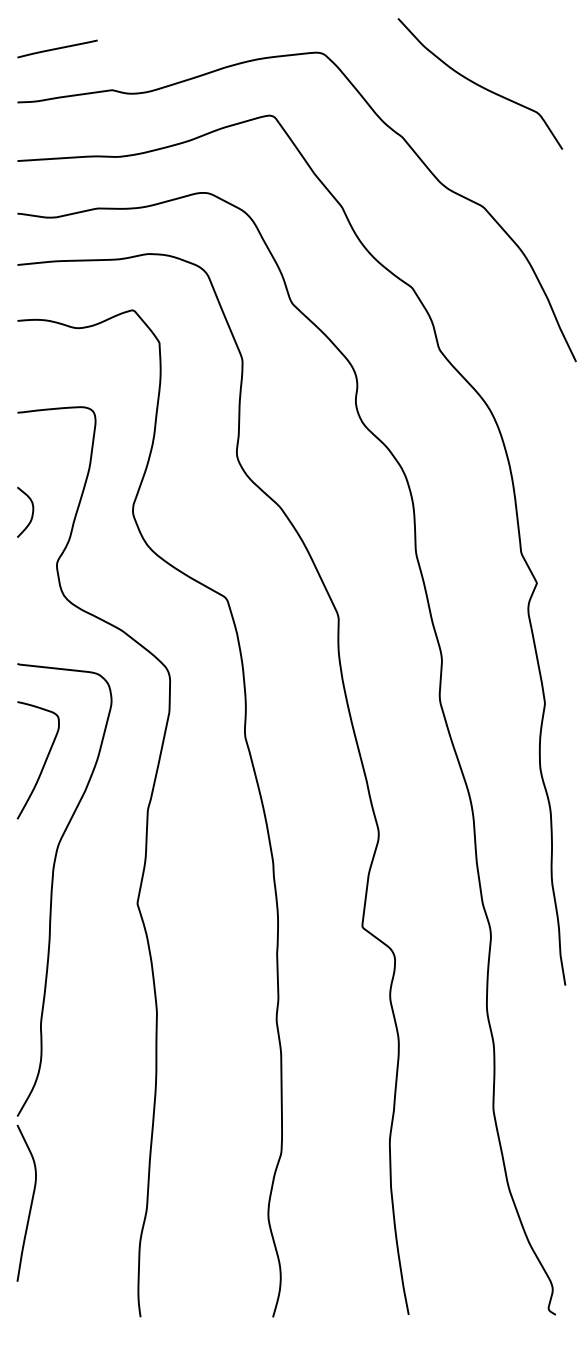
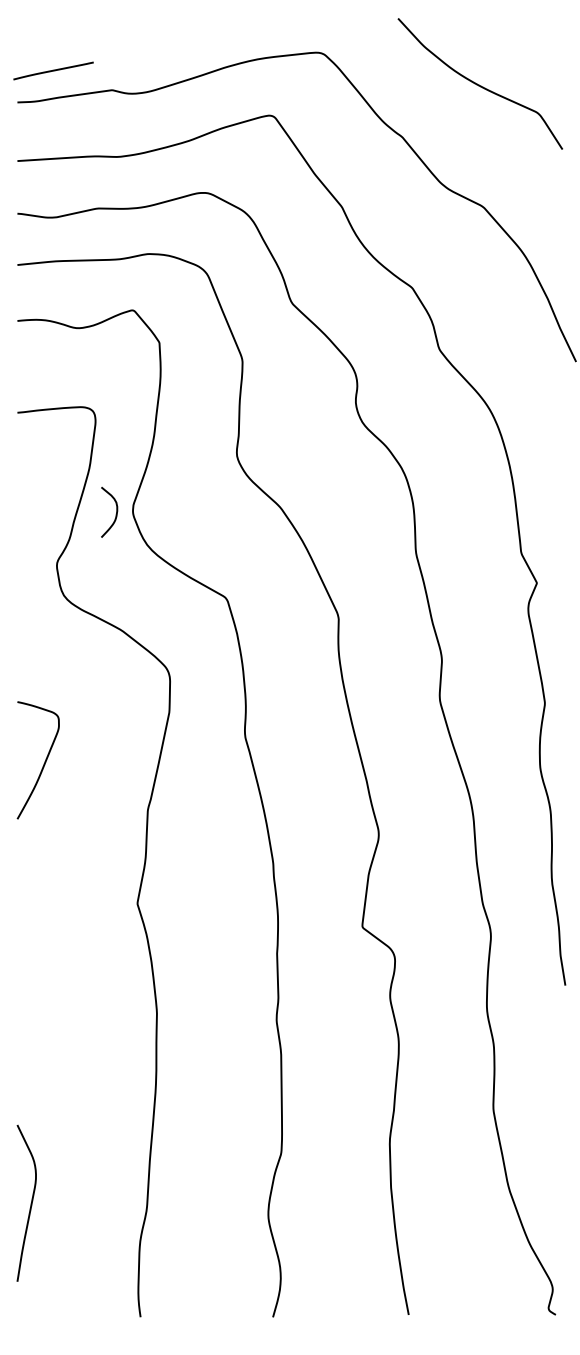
line at (57, 48) position: (57, 48) -> (53, 70)
curve at (31, 514) position: (31, 514) -> (115, 514)
curve at (52, 889): present -> none
